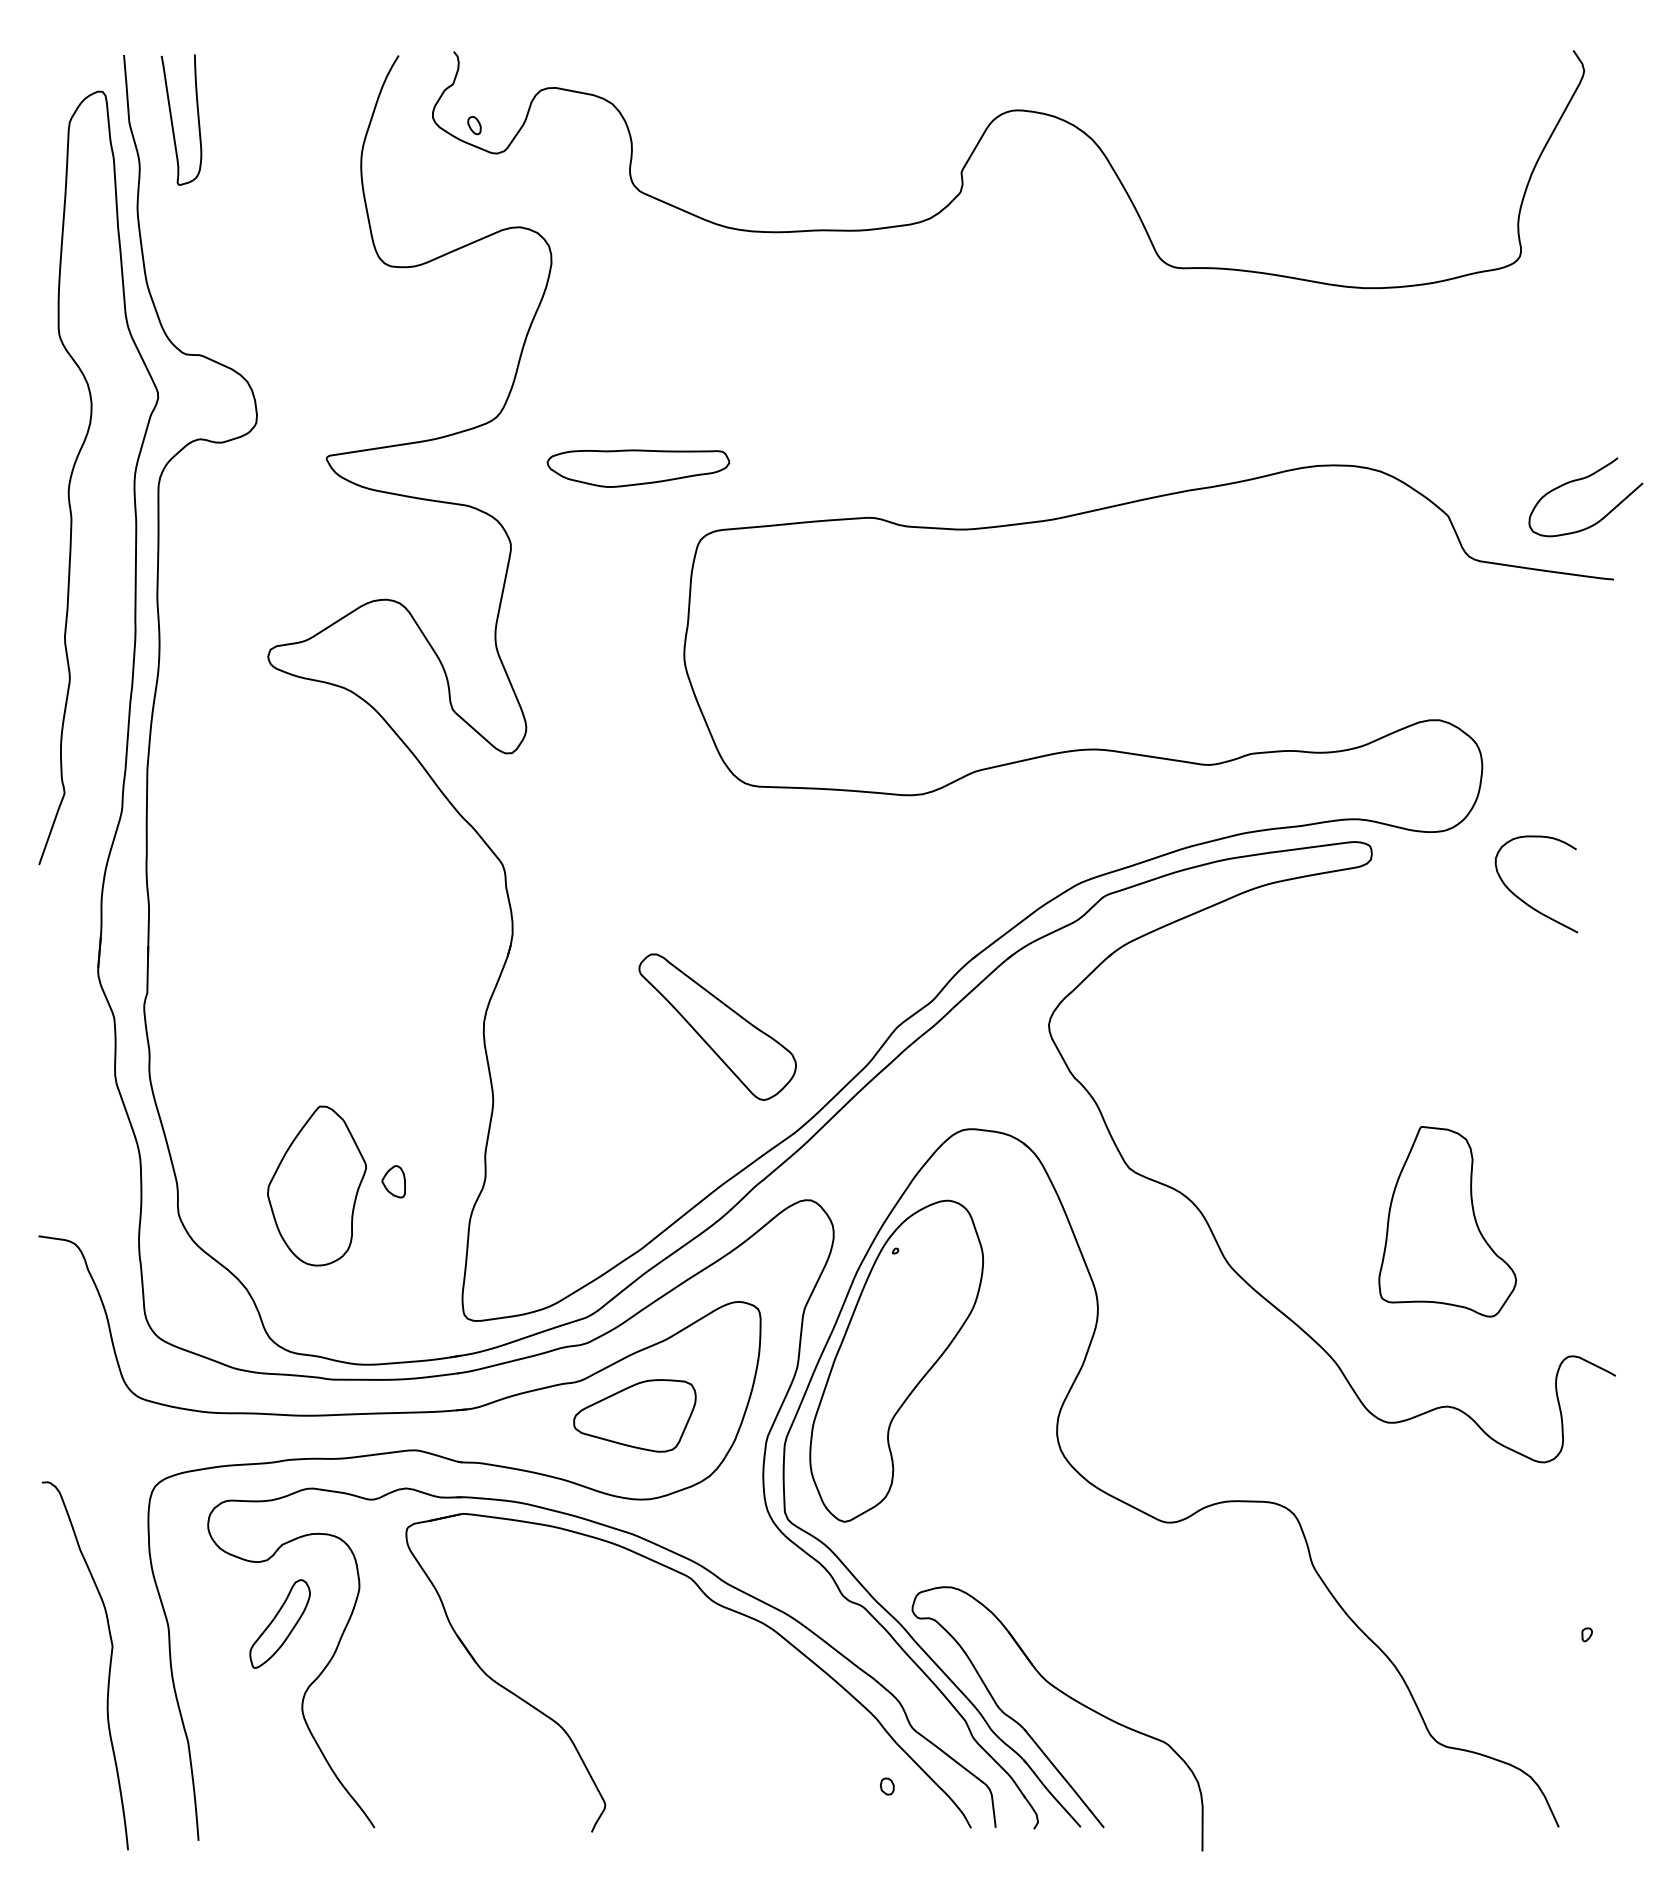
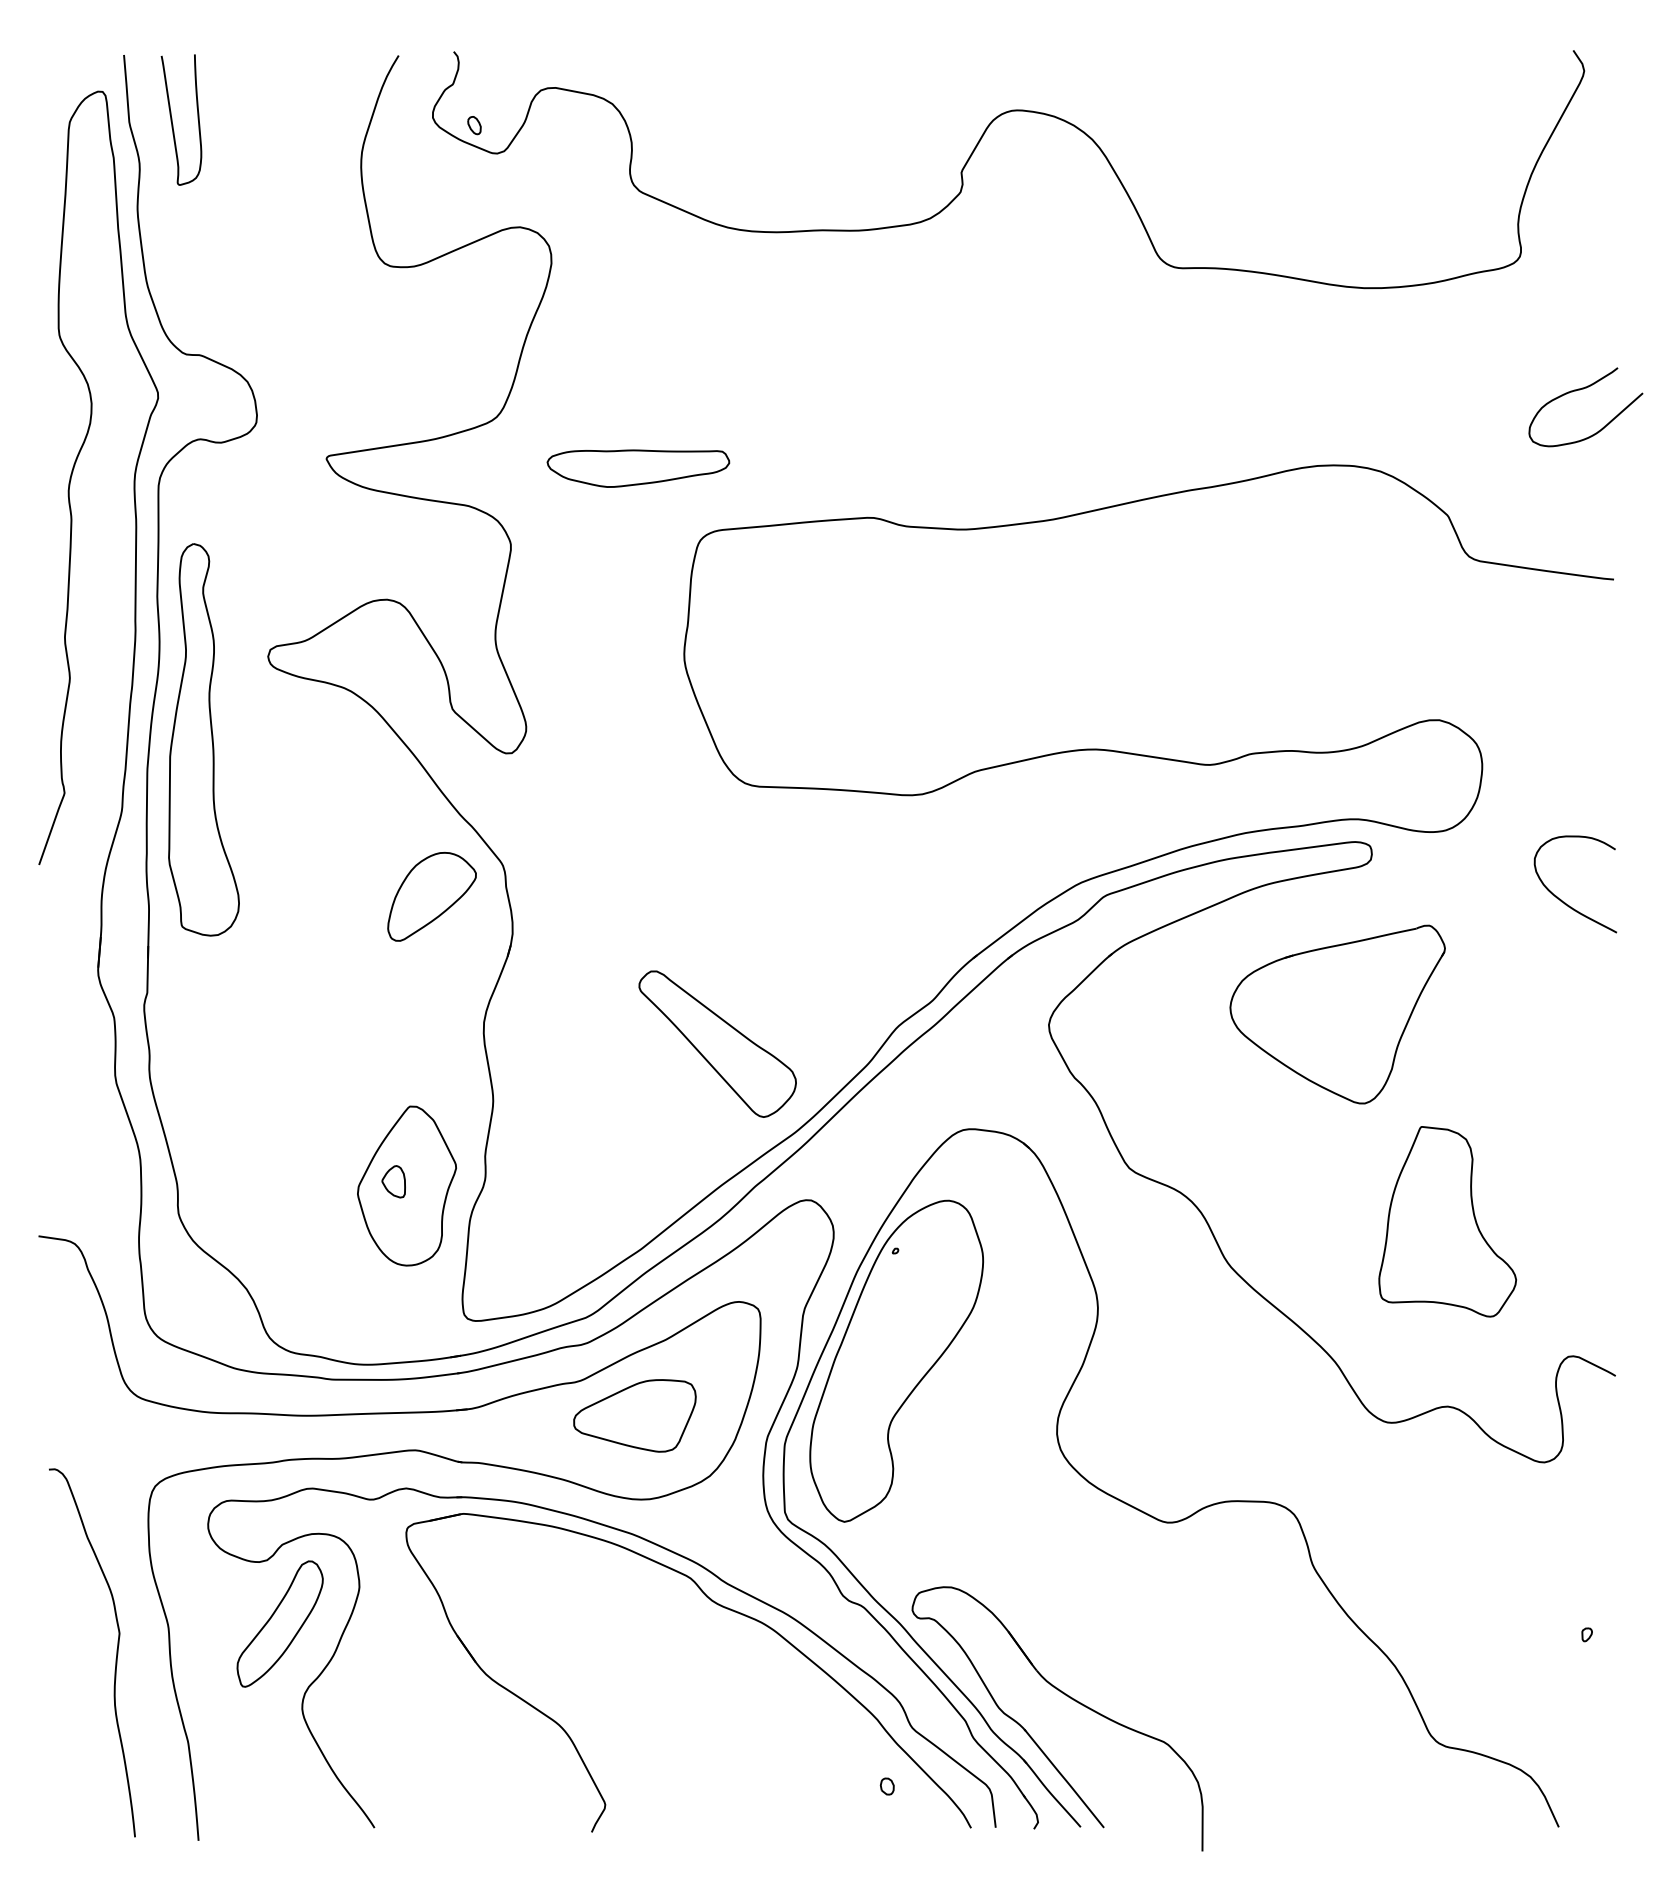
curve at (1580, 480) position: (1580, 480) -> (1580, 390)
part at (203, 739): none -> present
part at (431, 896): none -> present
curve at (1521, 898) position: (1521, 898) -> (1560, 898)
part at (1337, 1014): none -> present
part at (717, 1026) position: (717, 1026) -> (717, 1043)
part at (316, 1185) position: (316, 1185) -> (406, 1185)
part at (279, 1623) size: 62x90 px -> 88x128 px
curve at (108, 1671) position: (108, 1671) -> (115, 1658)
